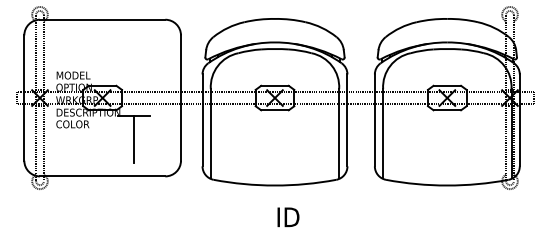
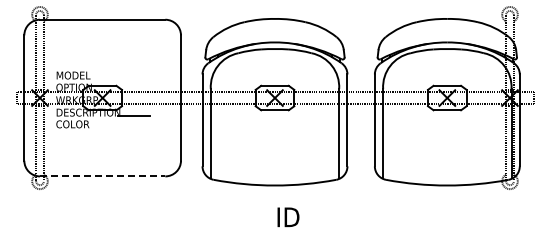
line at (133, 138): present -> none
line at (102, 176): solid -> dashed
